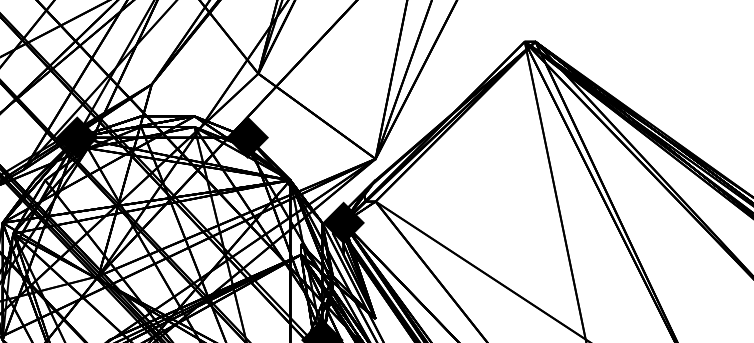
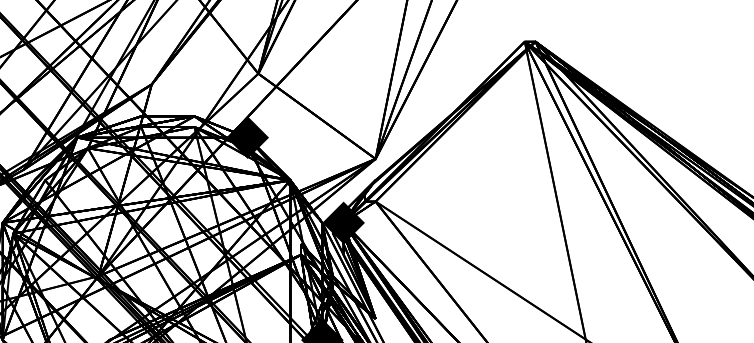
fill at (76, 137): present -> none
